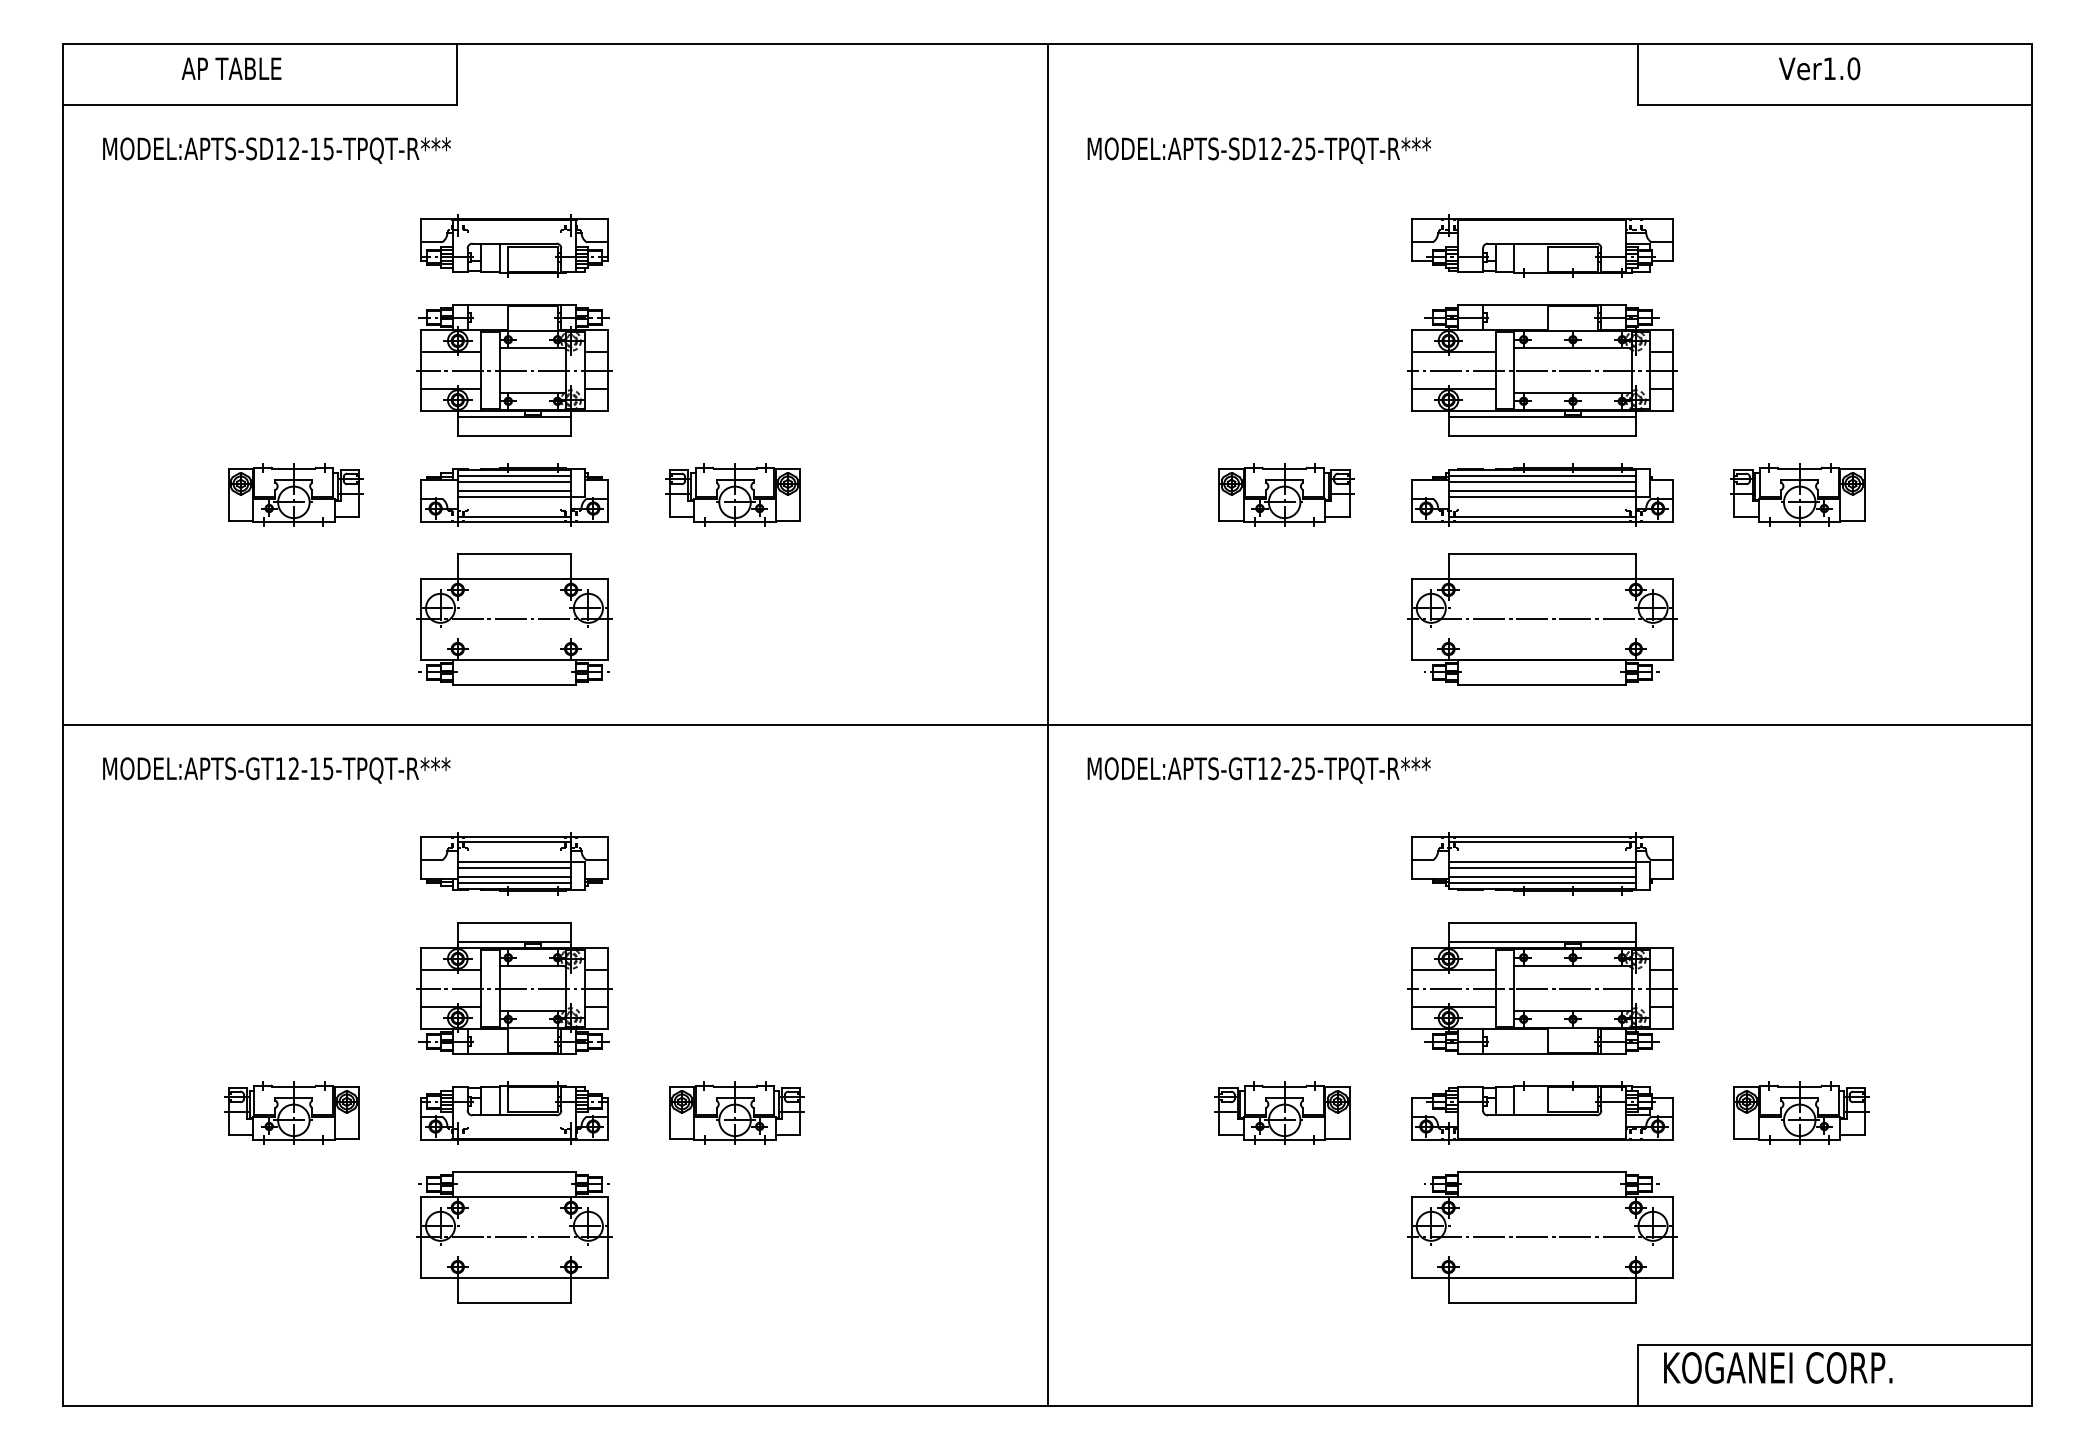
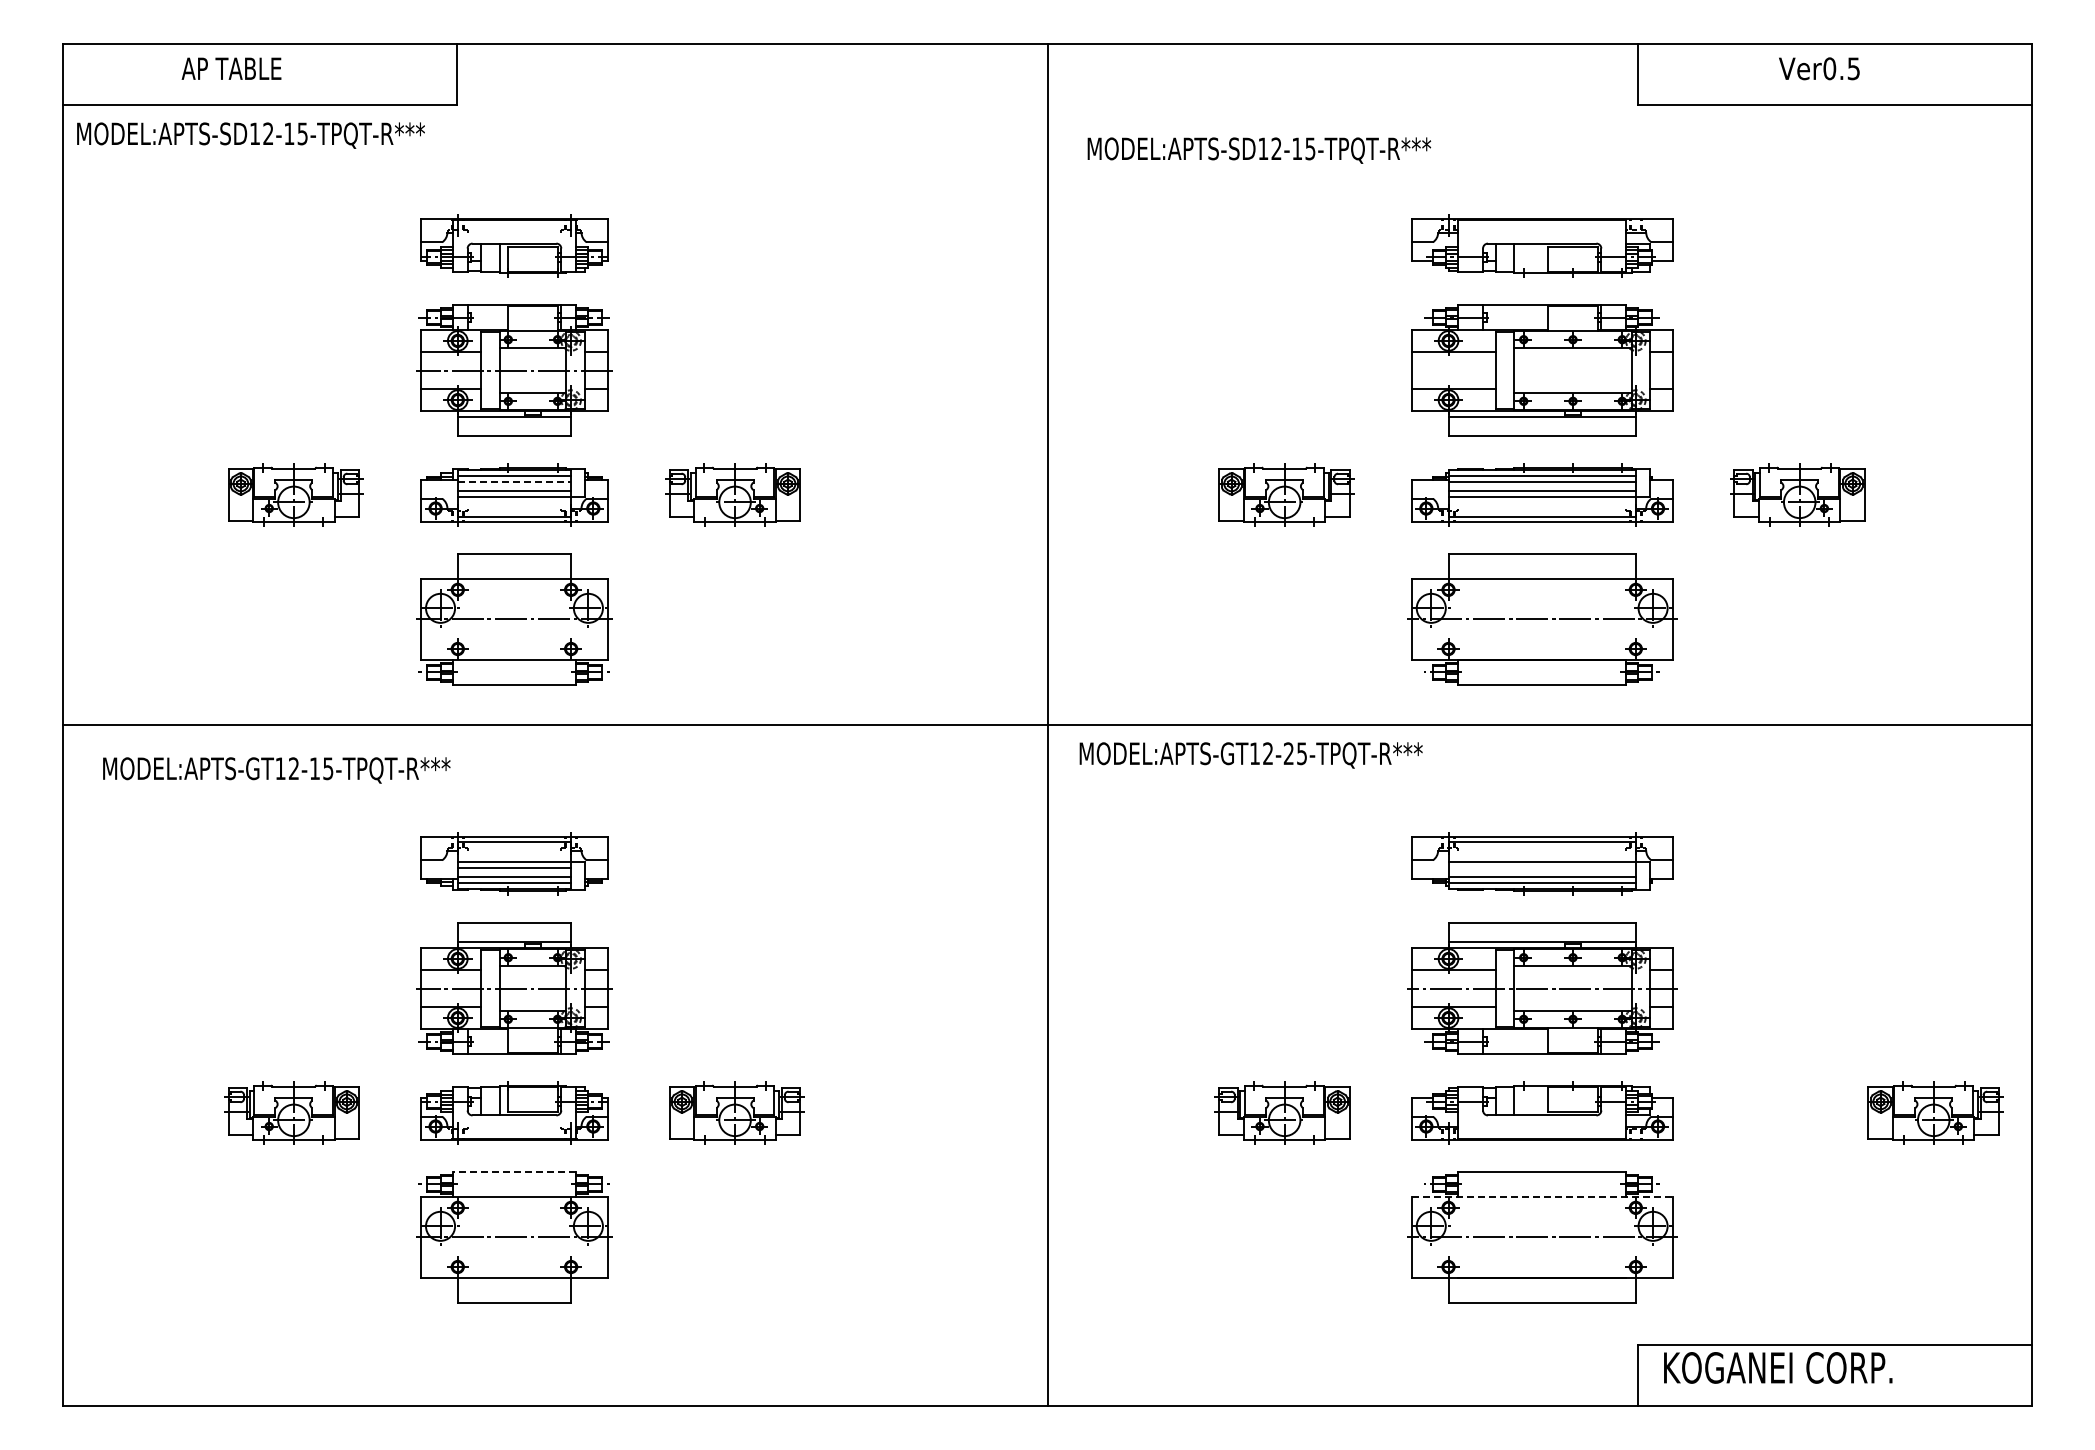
text at (1841, 68): Ver1.0 -> Ver0.5
text at (1296, 148): MODEL:APTS-SD12-25-TPQT-R*** -> MODEL:APTS-SD12-15-TPQT-R***
text at (276, 150) position: (276, 150) -> (250, 135)
line at (1541, 370): present -> none
line at (514, 482): solid -> dashed
text at (1258, 770) position: (1258, 770) -> (1250, 755)
line at (1541, 868): present -> none
part at (1801, 1112) position: (1801, 1112) -> (1935, 1112)
line at (514, 1172): solid -> dashed
line at (1542, 1196): solid -> dashed
